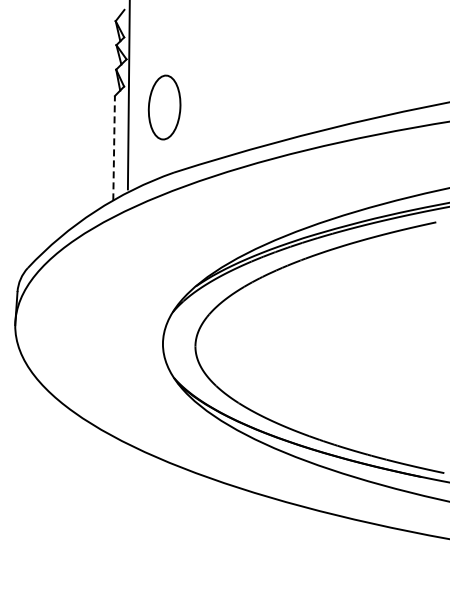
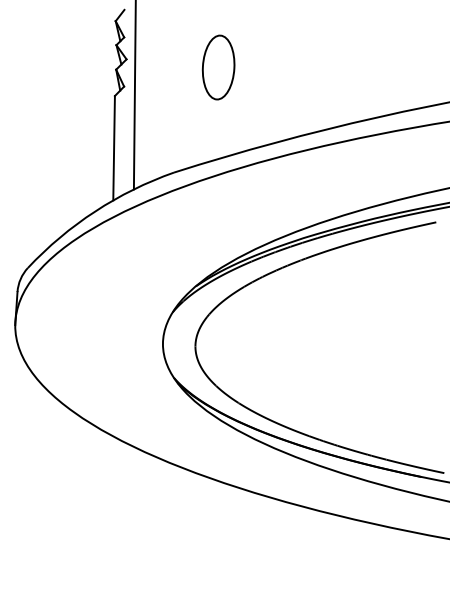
line at (128, 95) position: (128, 95) -> (134, 95)
part at (164, 107) position: (164, 107) -> (218, 67)
line at (114, 147): dashed -> solid
